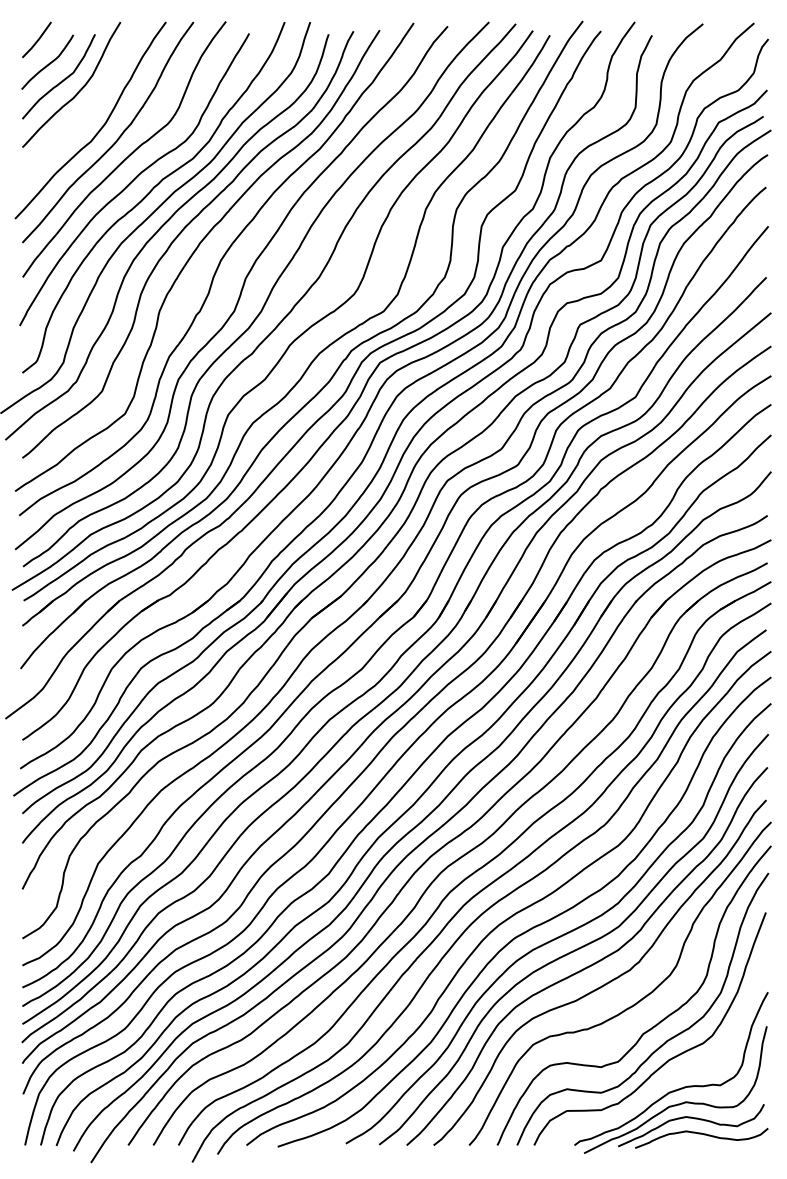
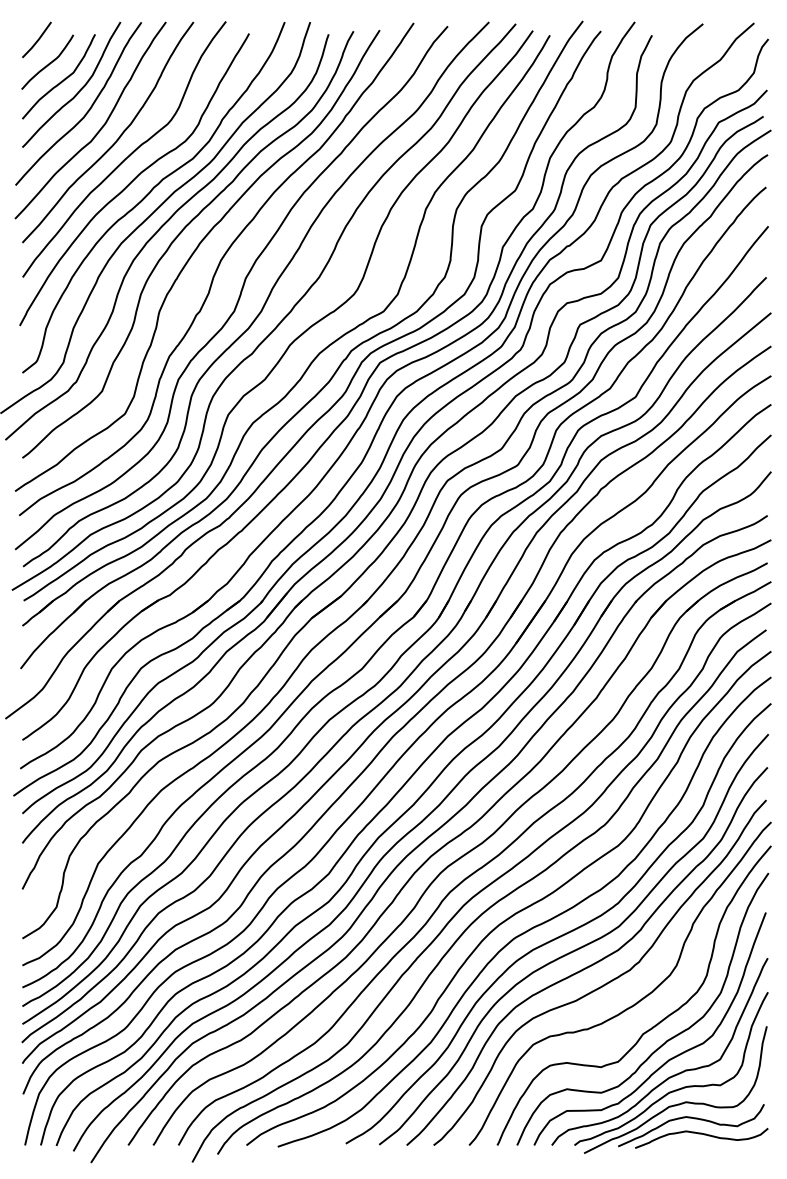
curve at (87, 110): none -> present
curve at (671, 1075): none -> present
